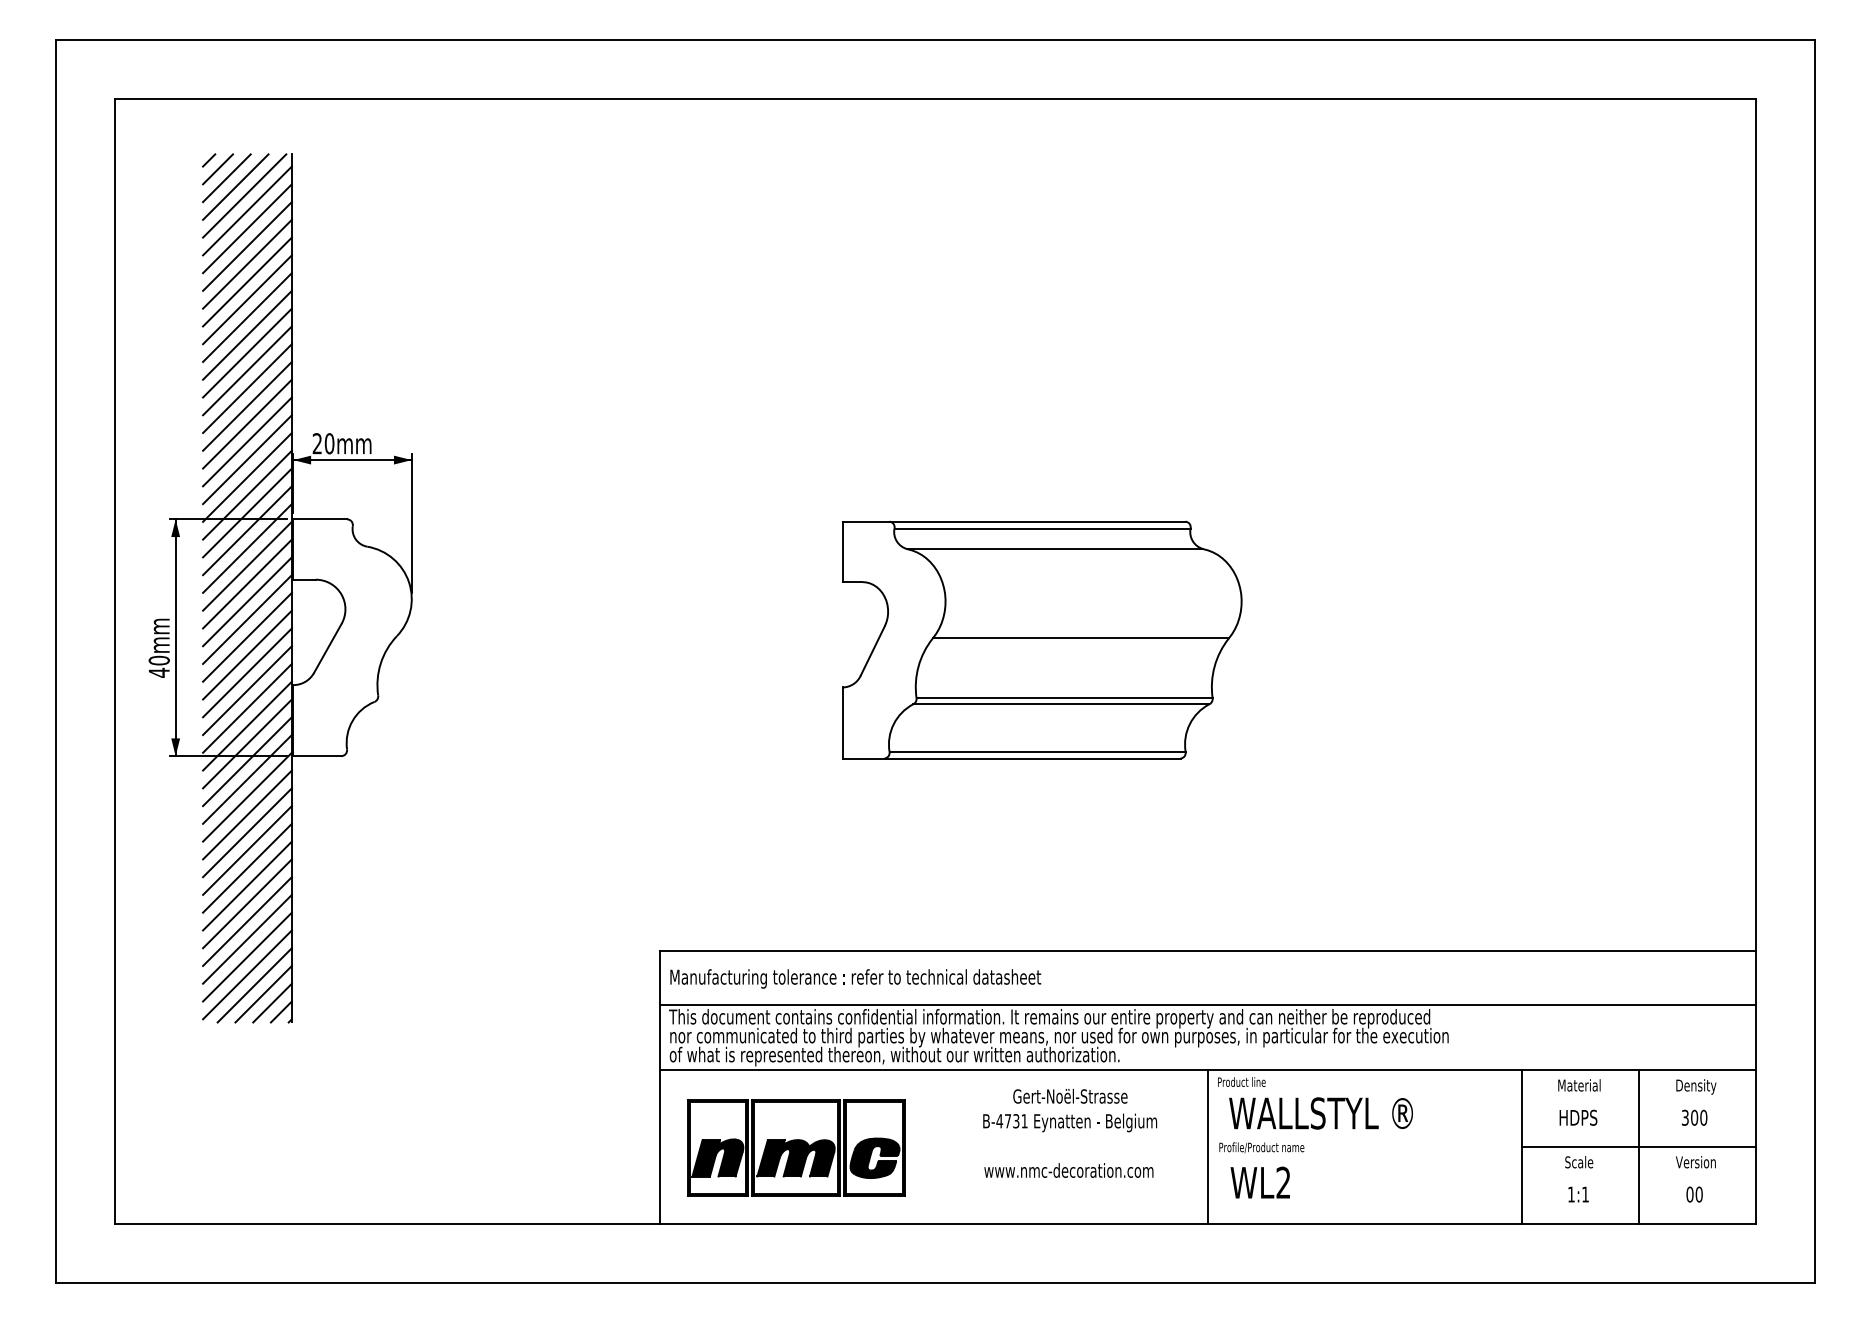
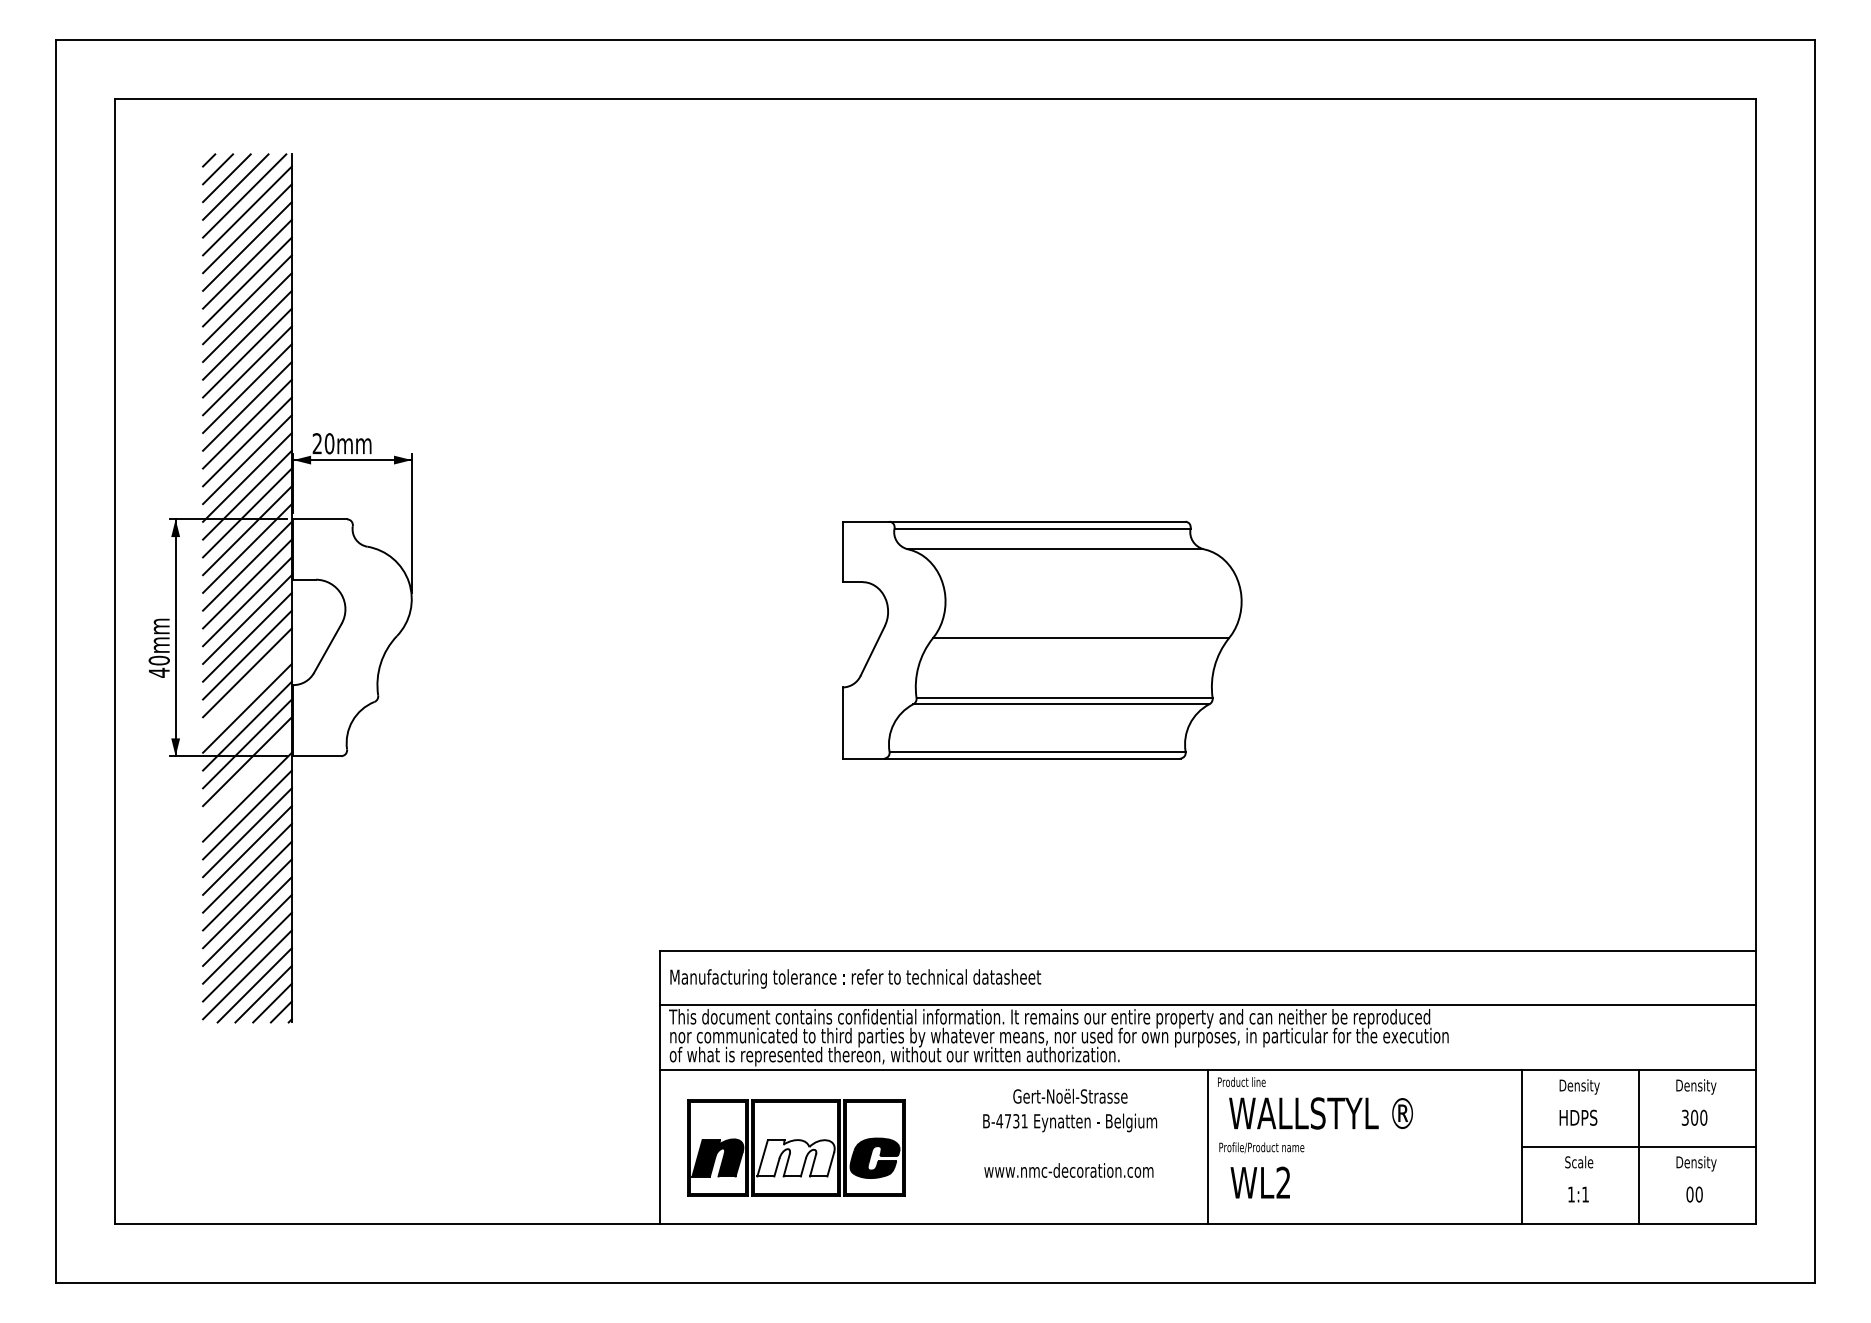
line at (247, 690): present -> none
line at (247, 779): present -> none
text at (1579, 1086): Material -> Density
fill at (795, 1158): present -> none
text at (1696, 1163): Version -> Density
